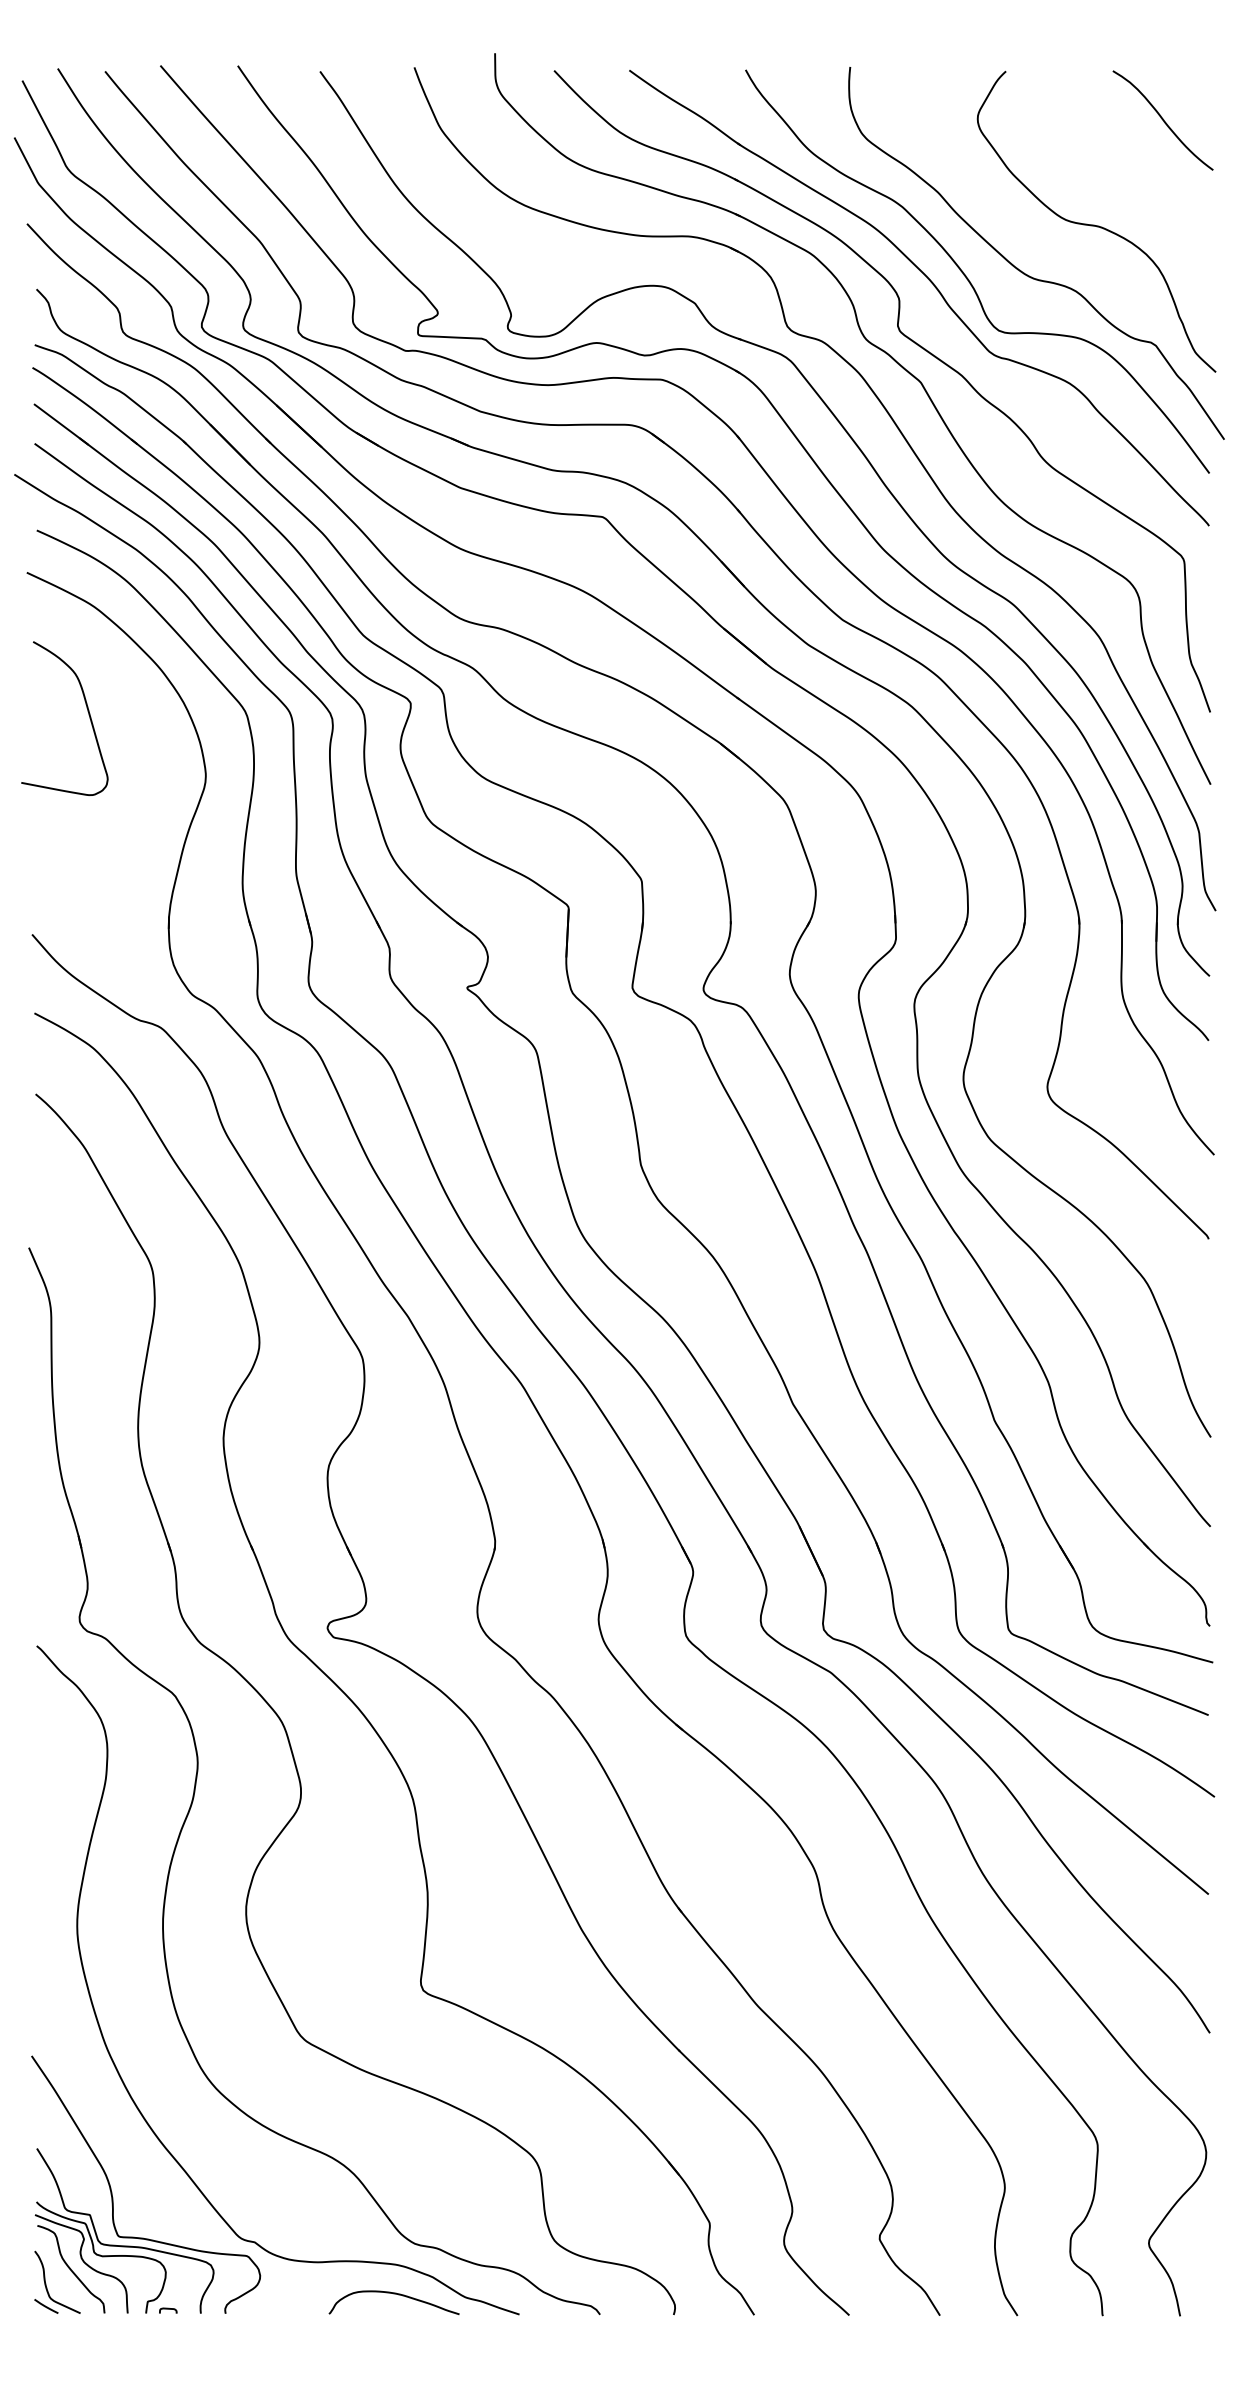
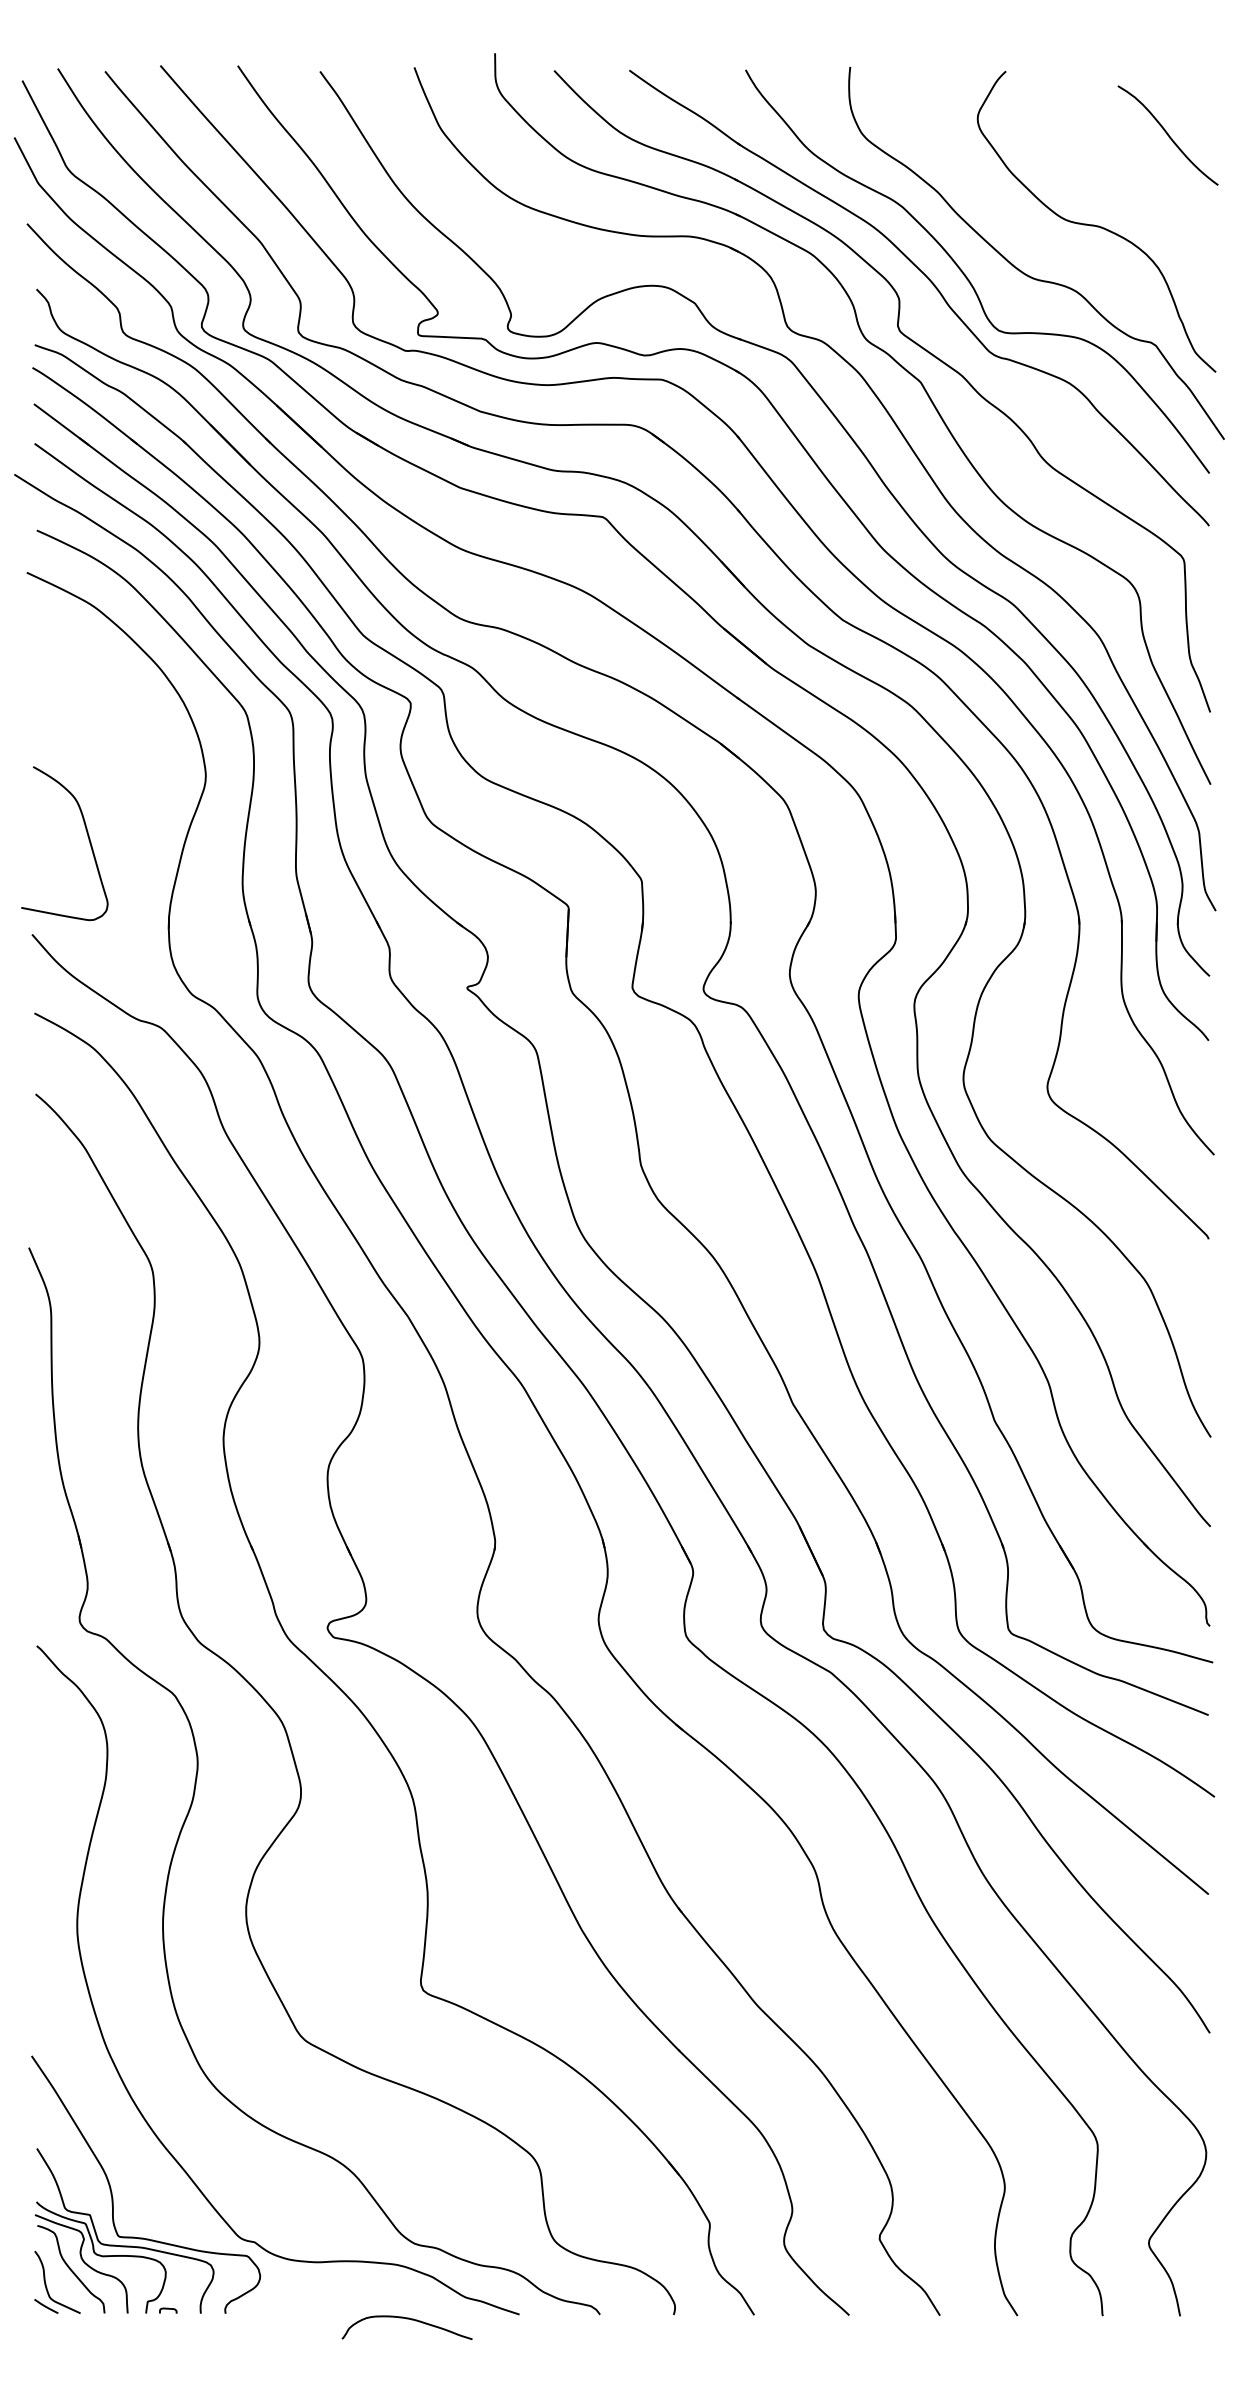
curve at (1162, 120) position: (1162, 120) -> (1167, 135)
curve at (87, 711) position: (87, 711) -> (87, 836)
curve at (393, 2294) position: (393, 2294) -> (406, 2319)
